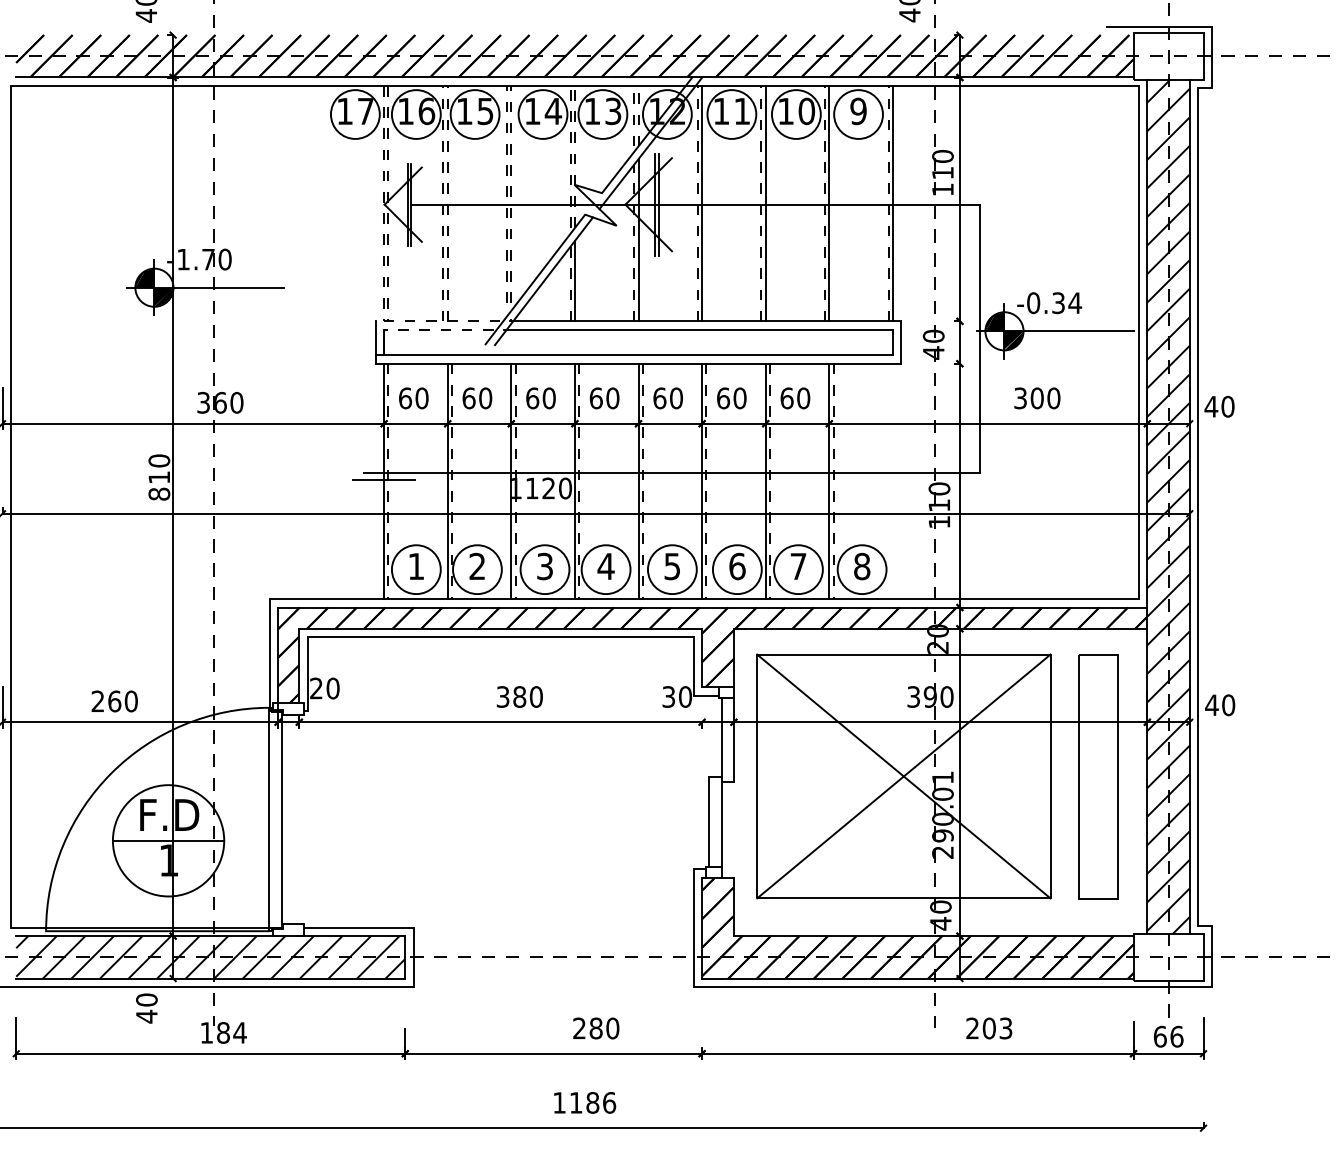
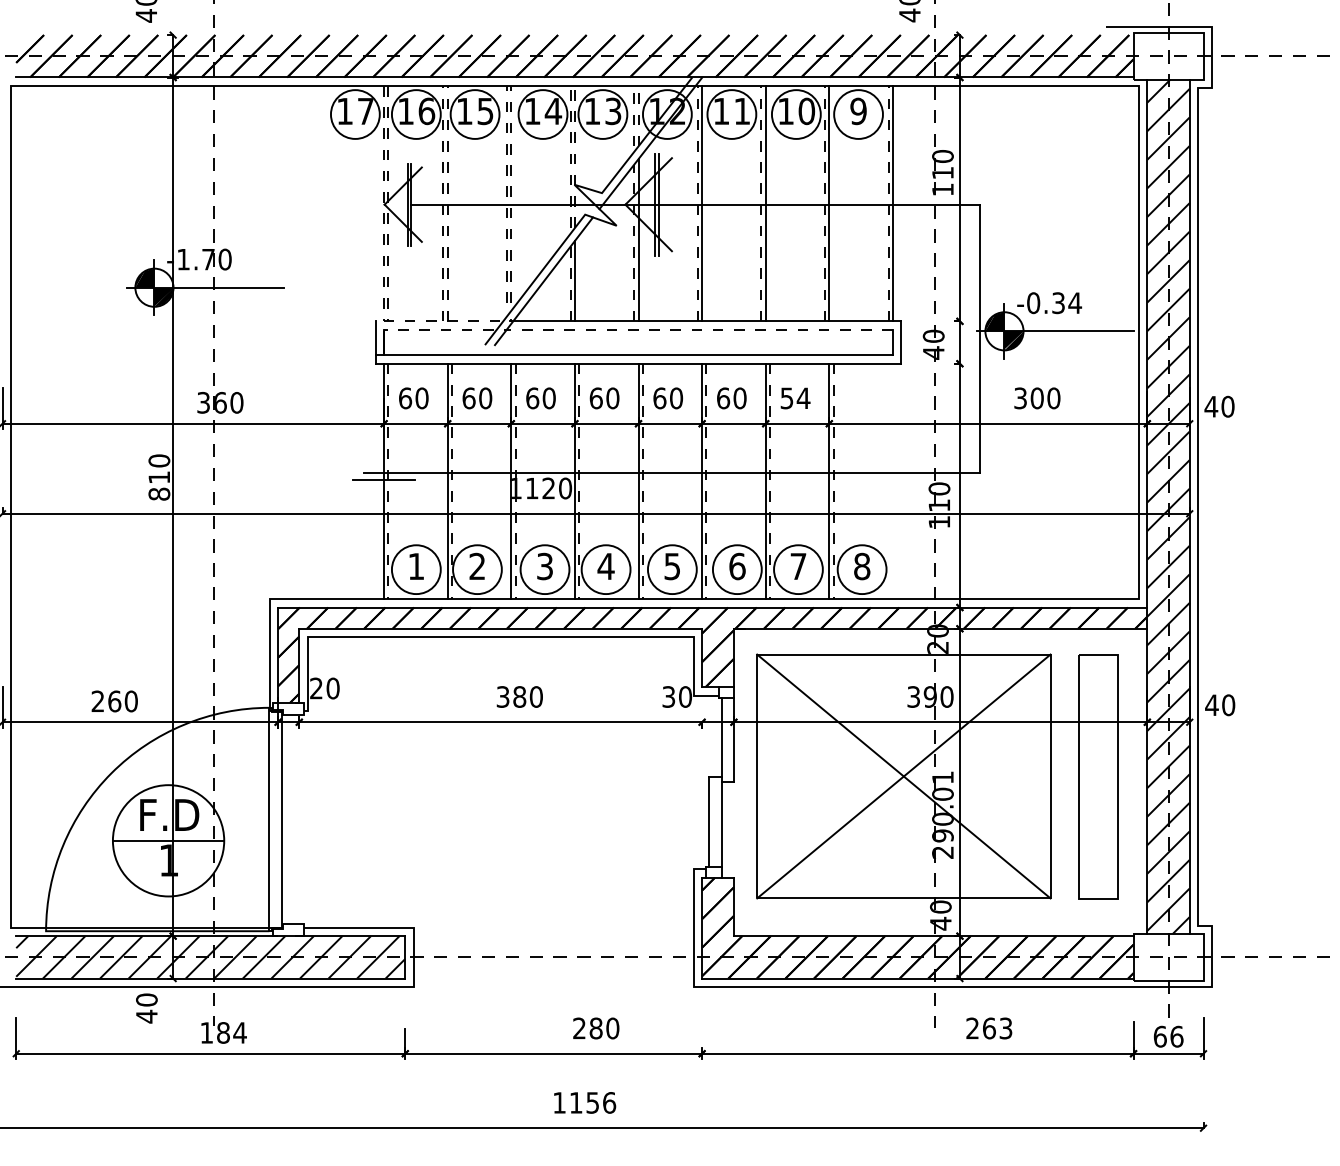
line at (698, 329): solid -> dashed
text at (795, 398): 60 -> 54
text at (988, 1028): 203 -> 263
text at (592, 1102): 1186 -> 1156
